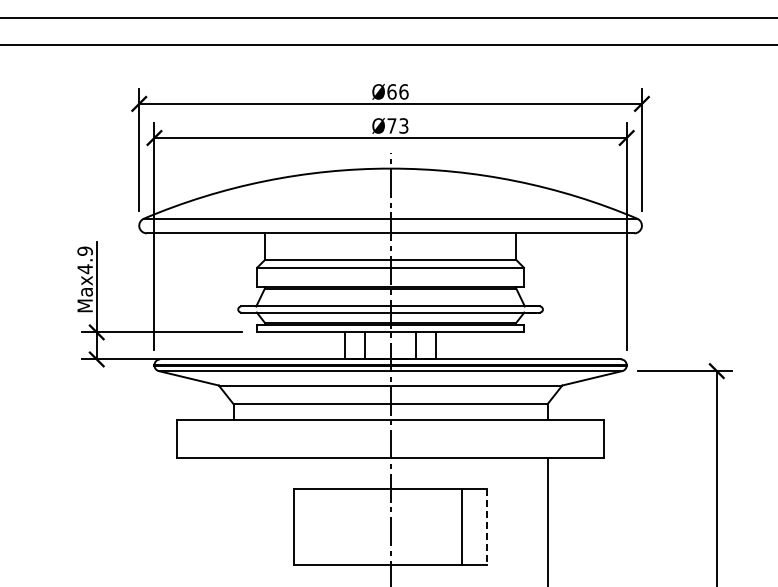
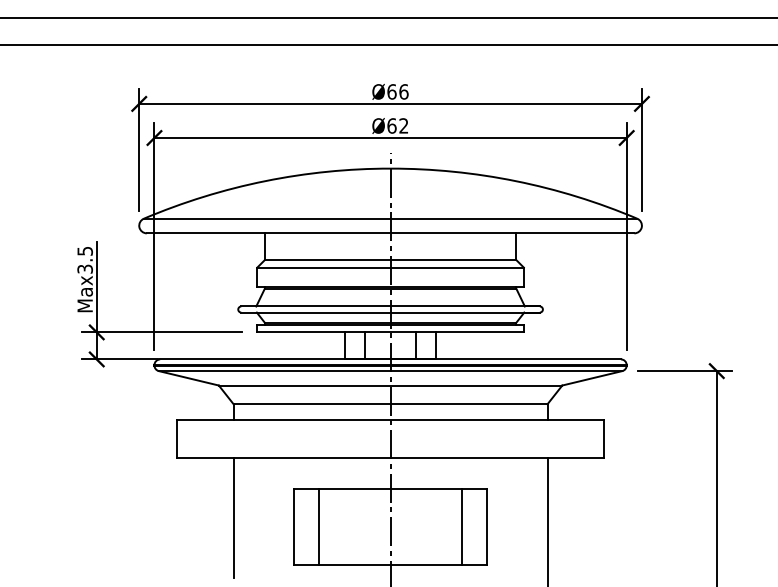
text at (397, 125): Ø73 -> Ø62
text at (84, 260): Max4.9 -> Max3.5
line at (233, 517): none -> present
line at (319, 526): none -> present
line at (487, 527): dashed -> solid
